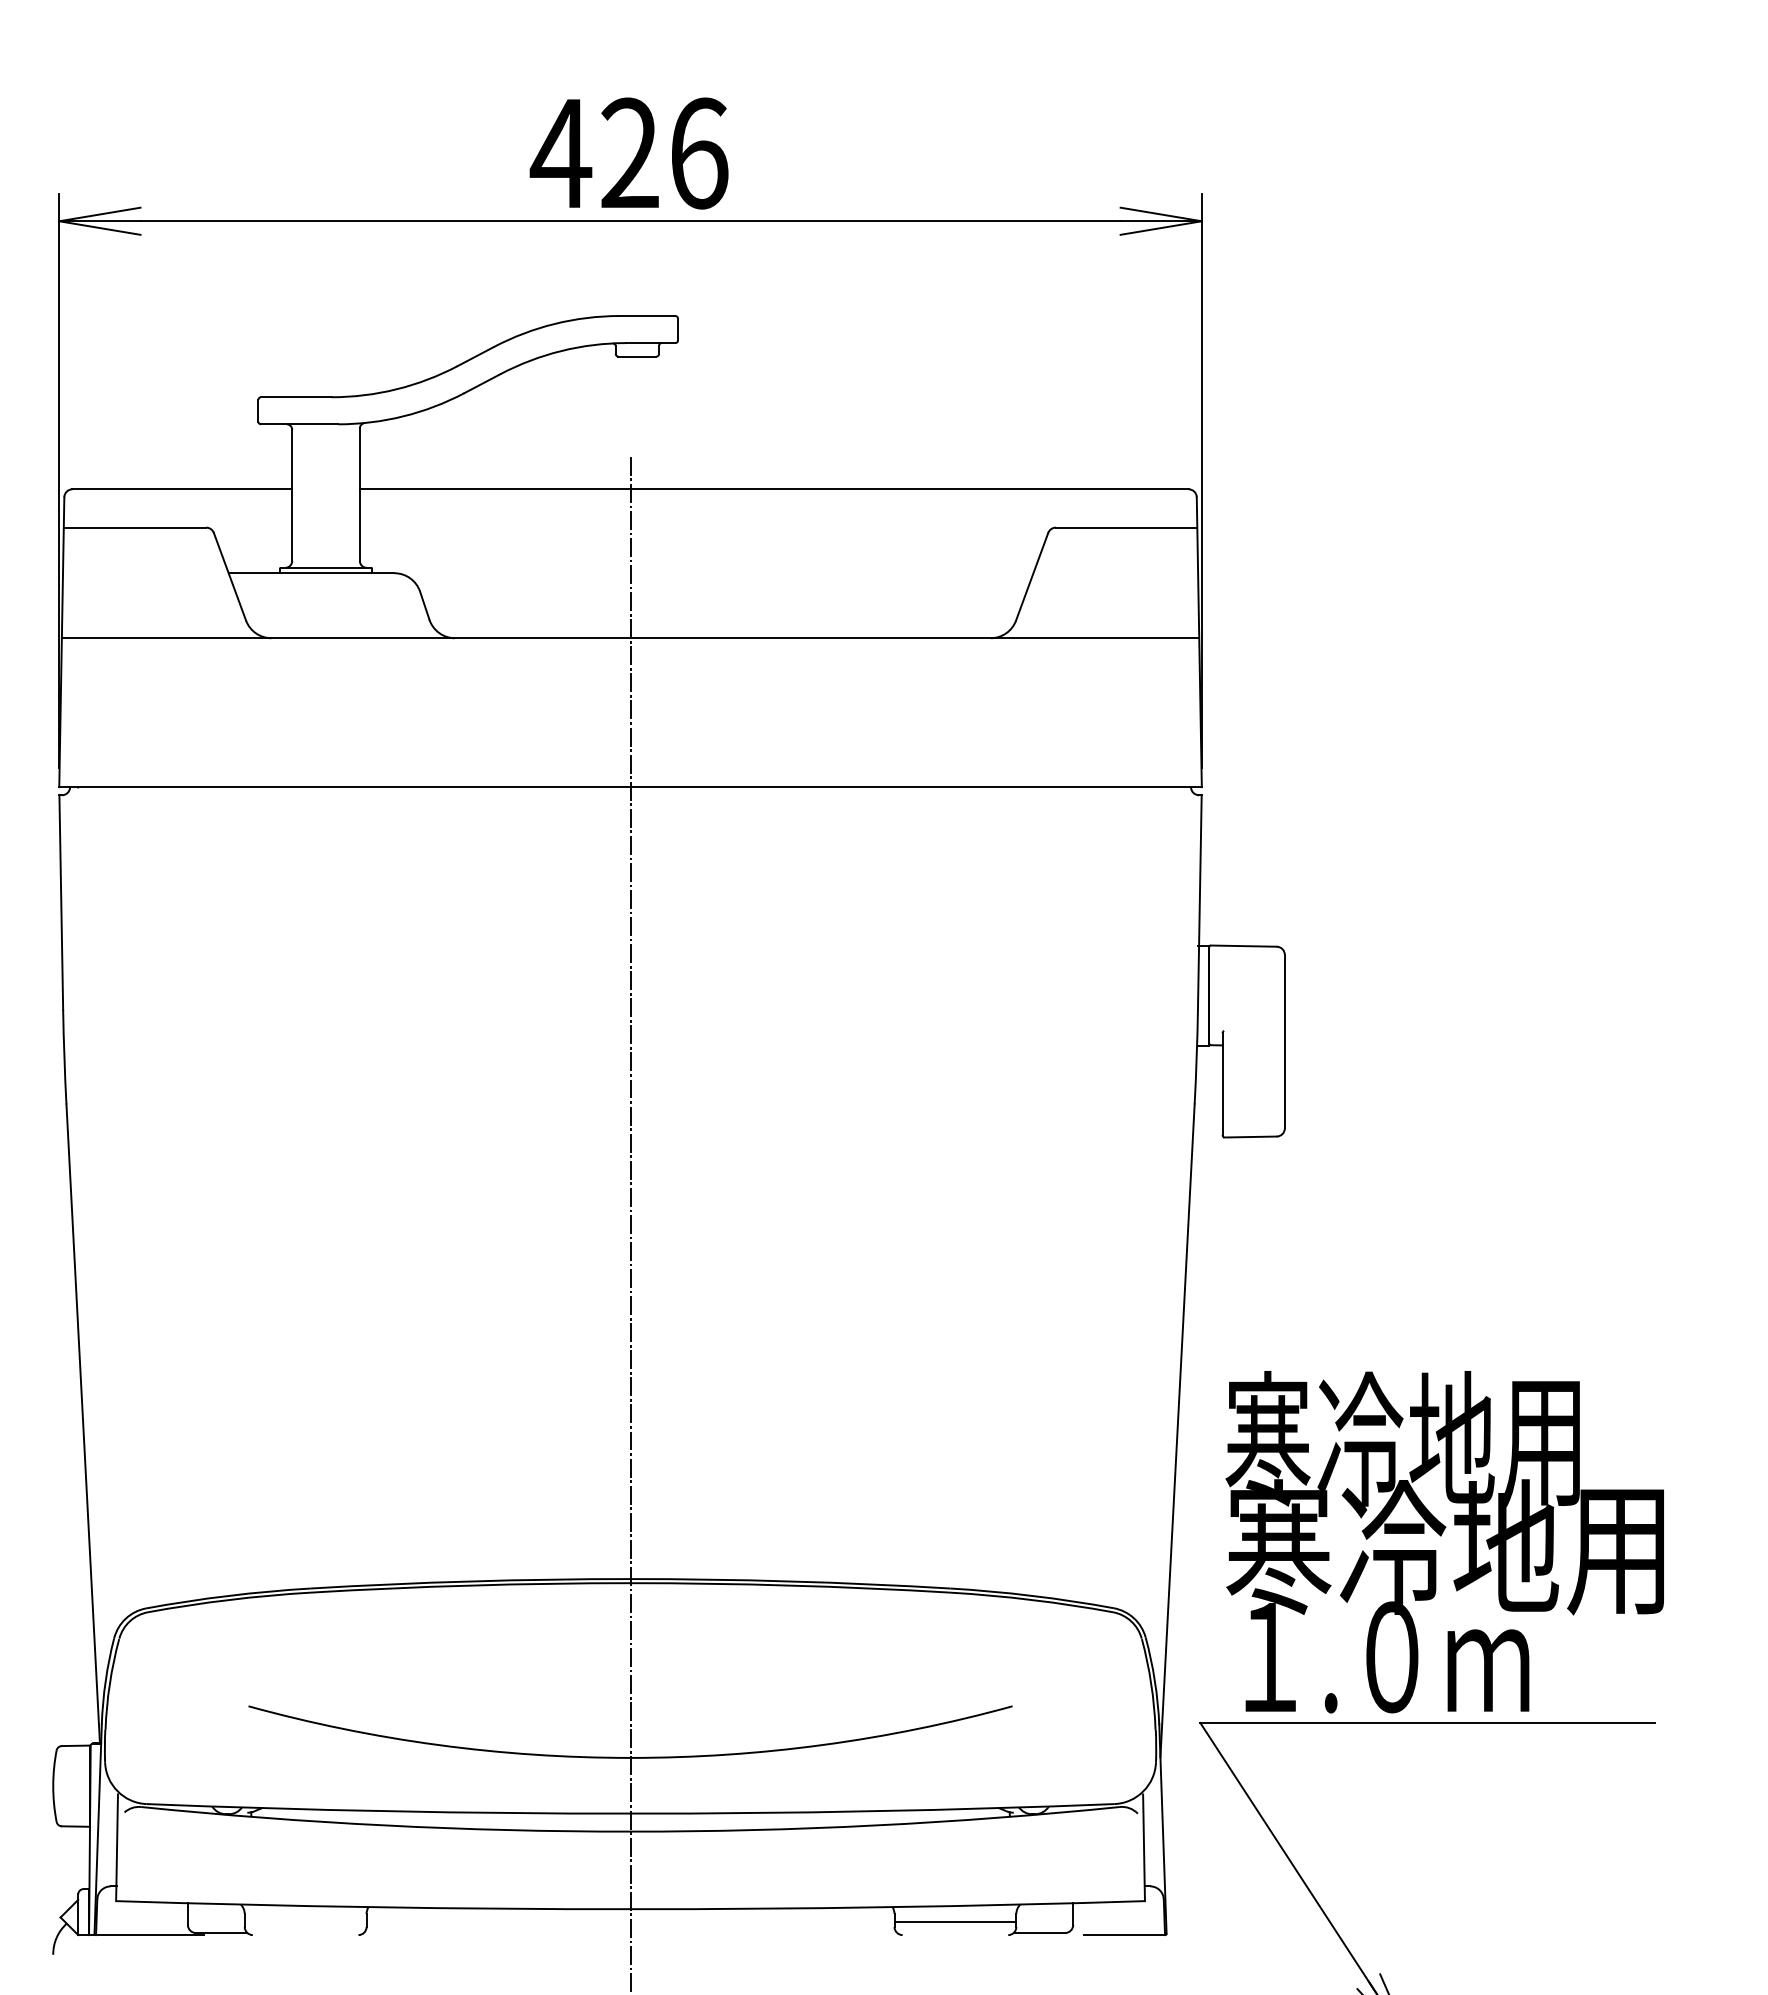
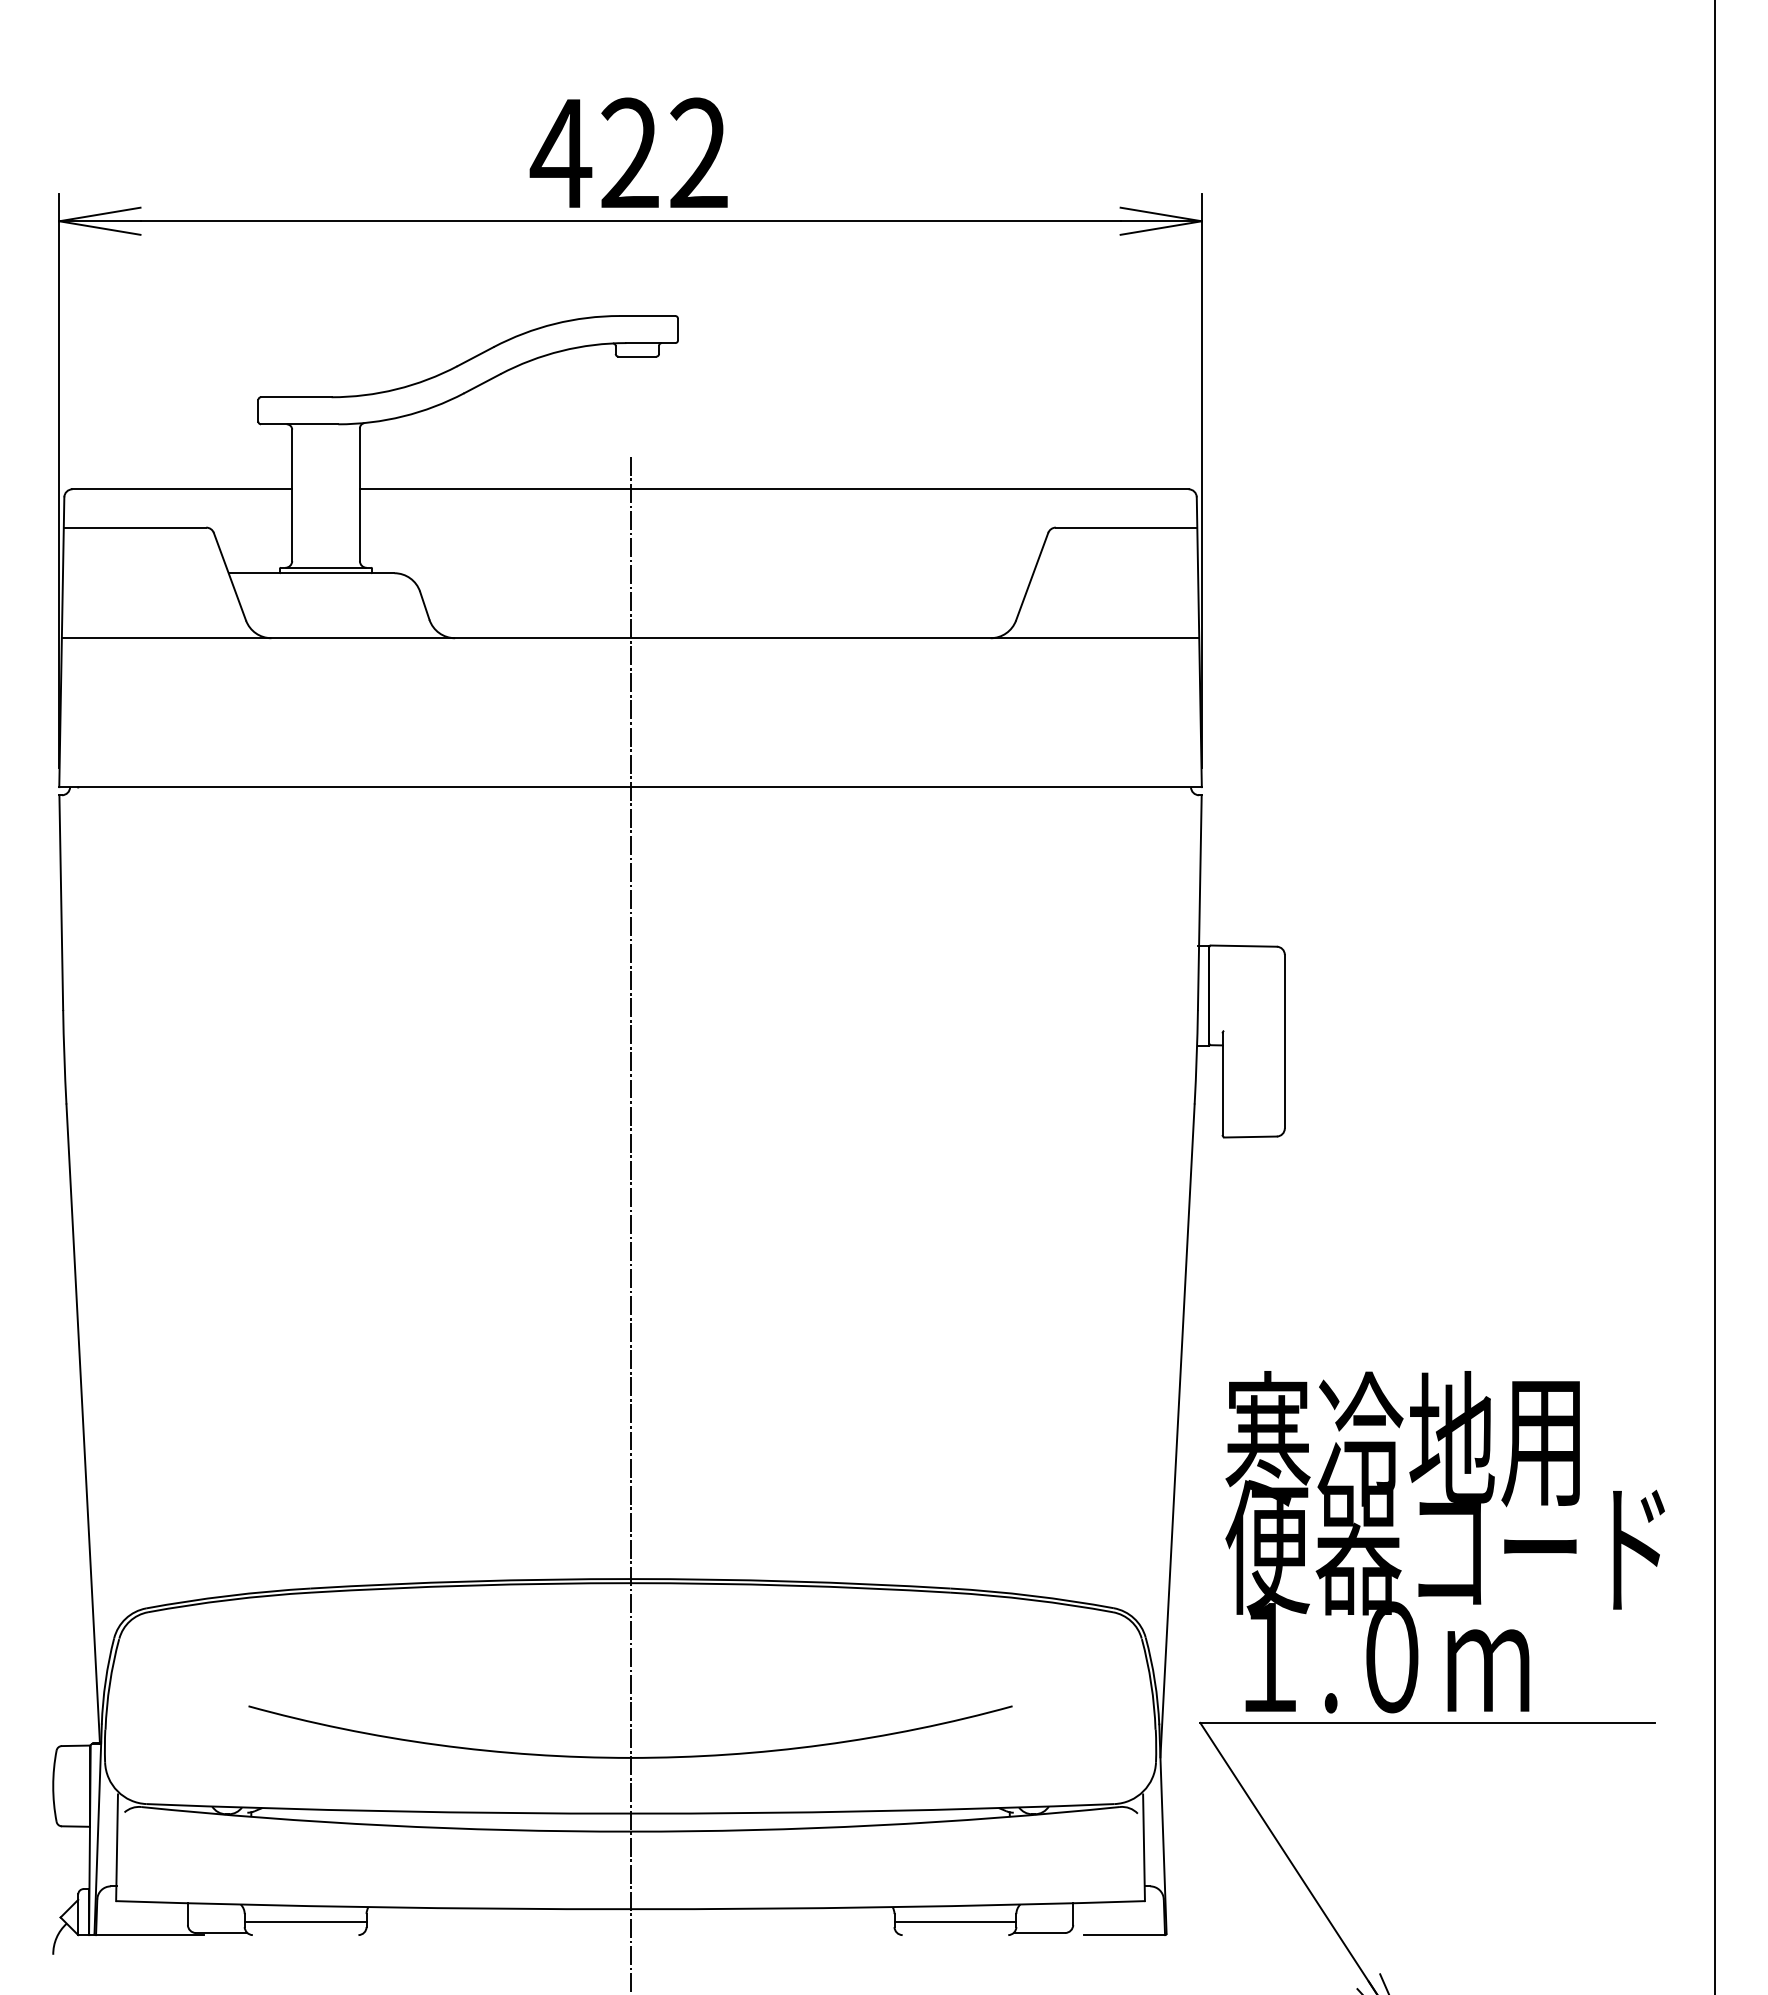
text at (699, 153): 426 -> 422
line at (1714, 996): none -> present
text at (1444, 1547): 寒冷地用 -> 便器コード
line at (305, 1921): none -> present
